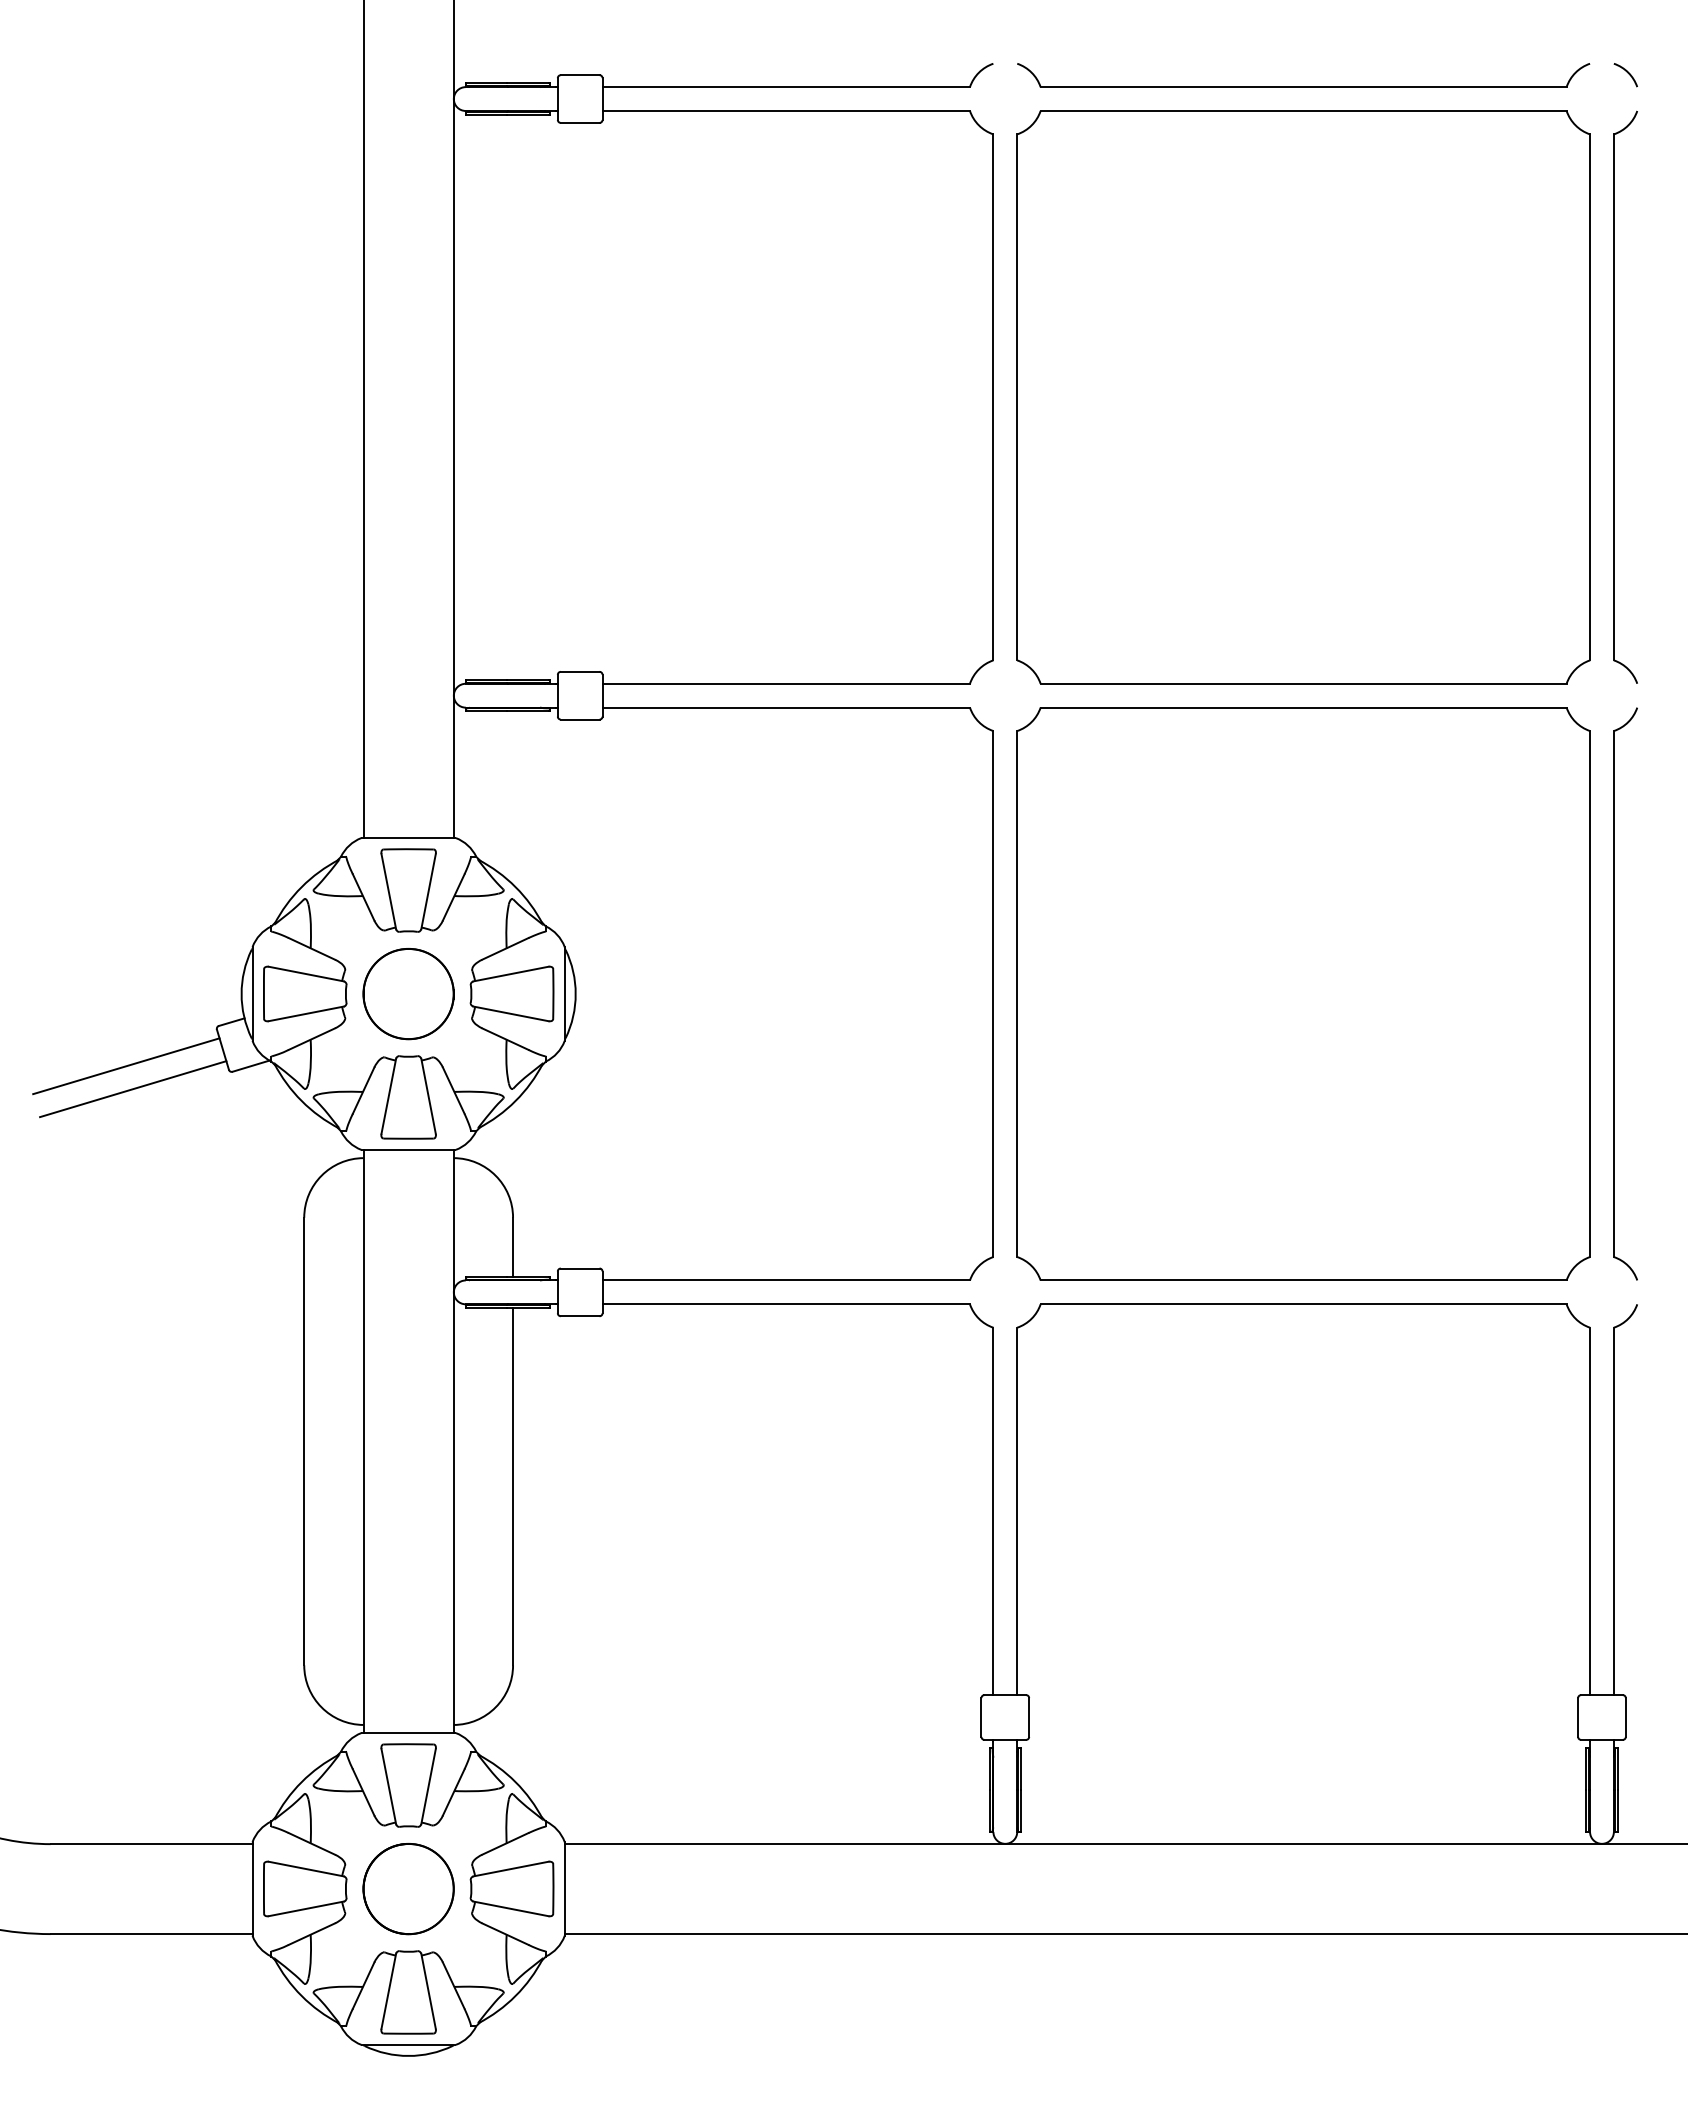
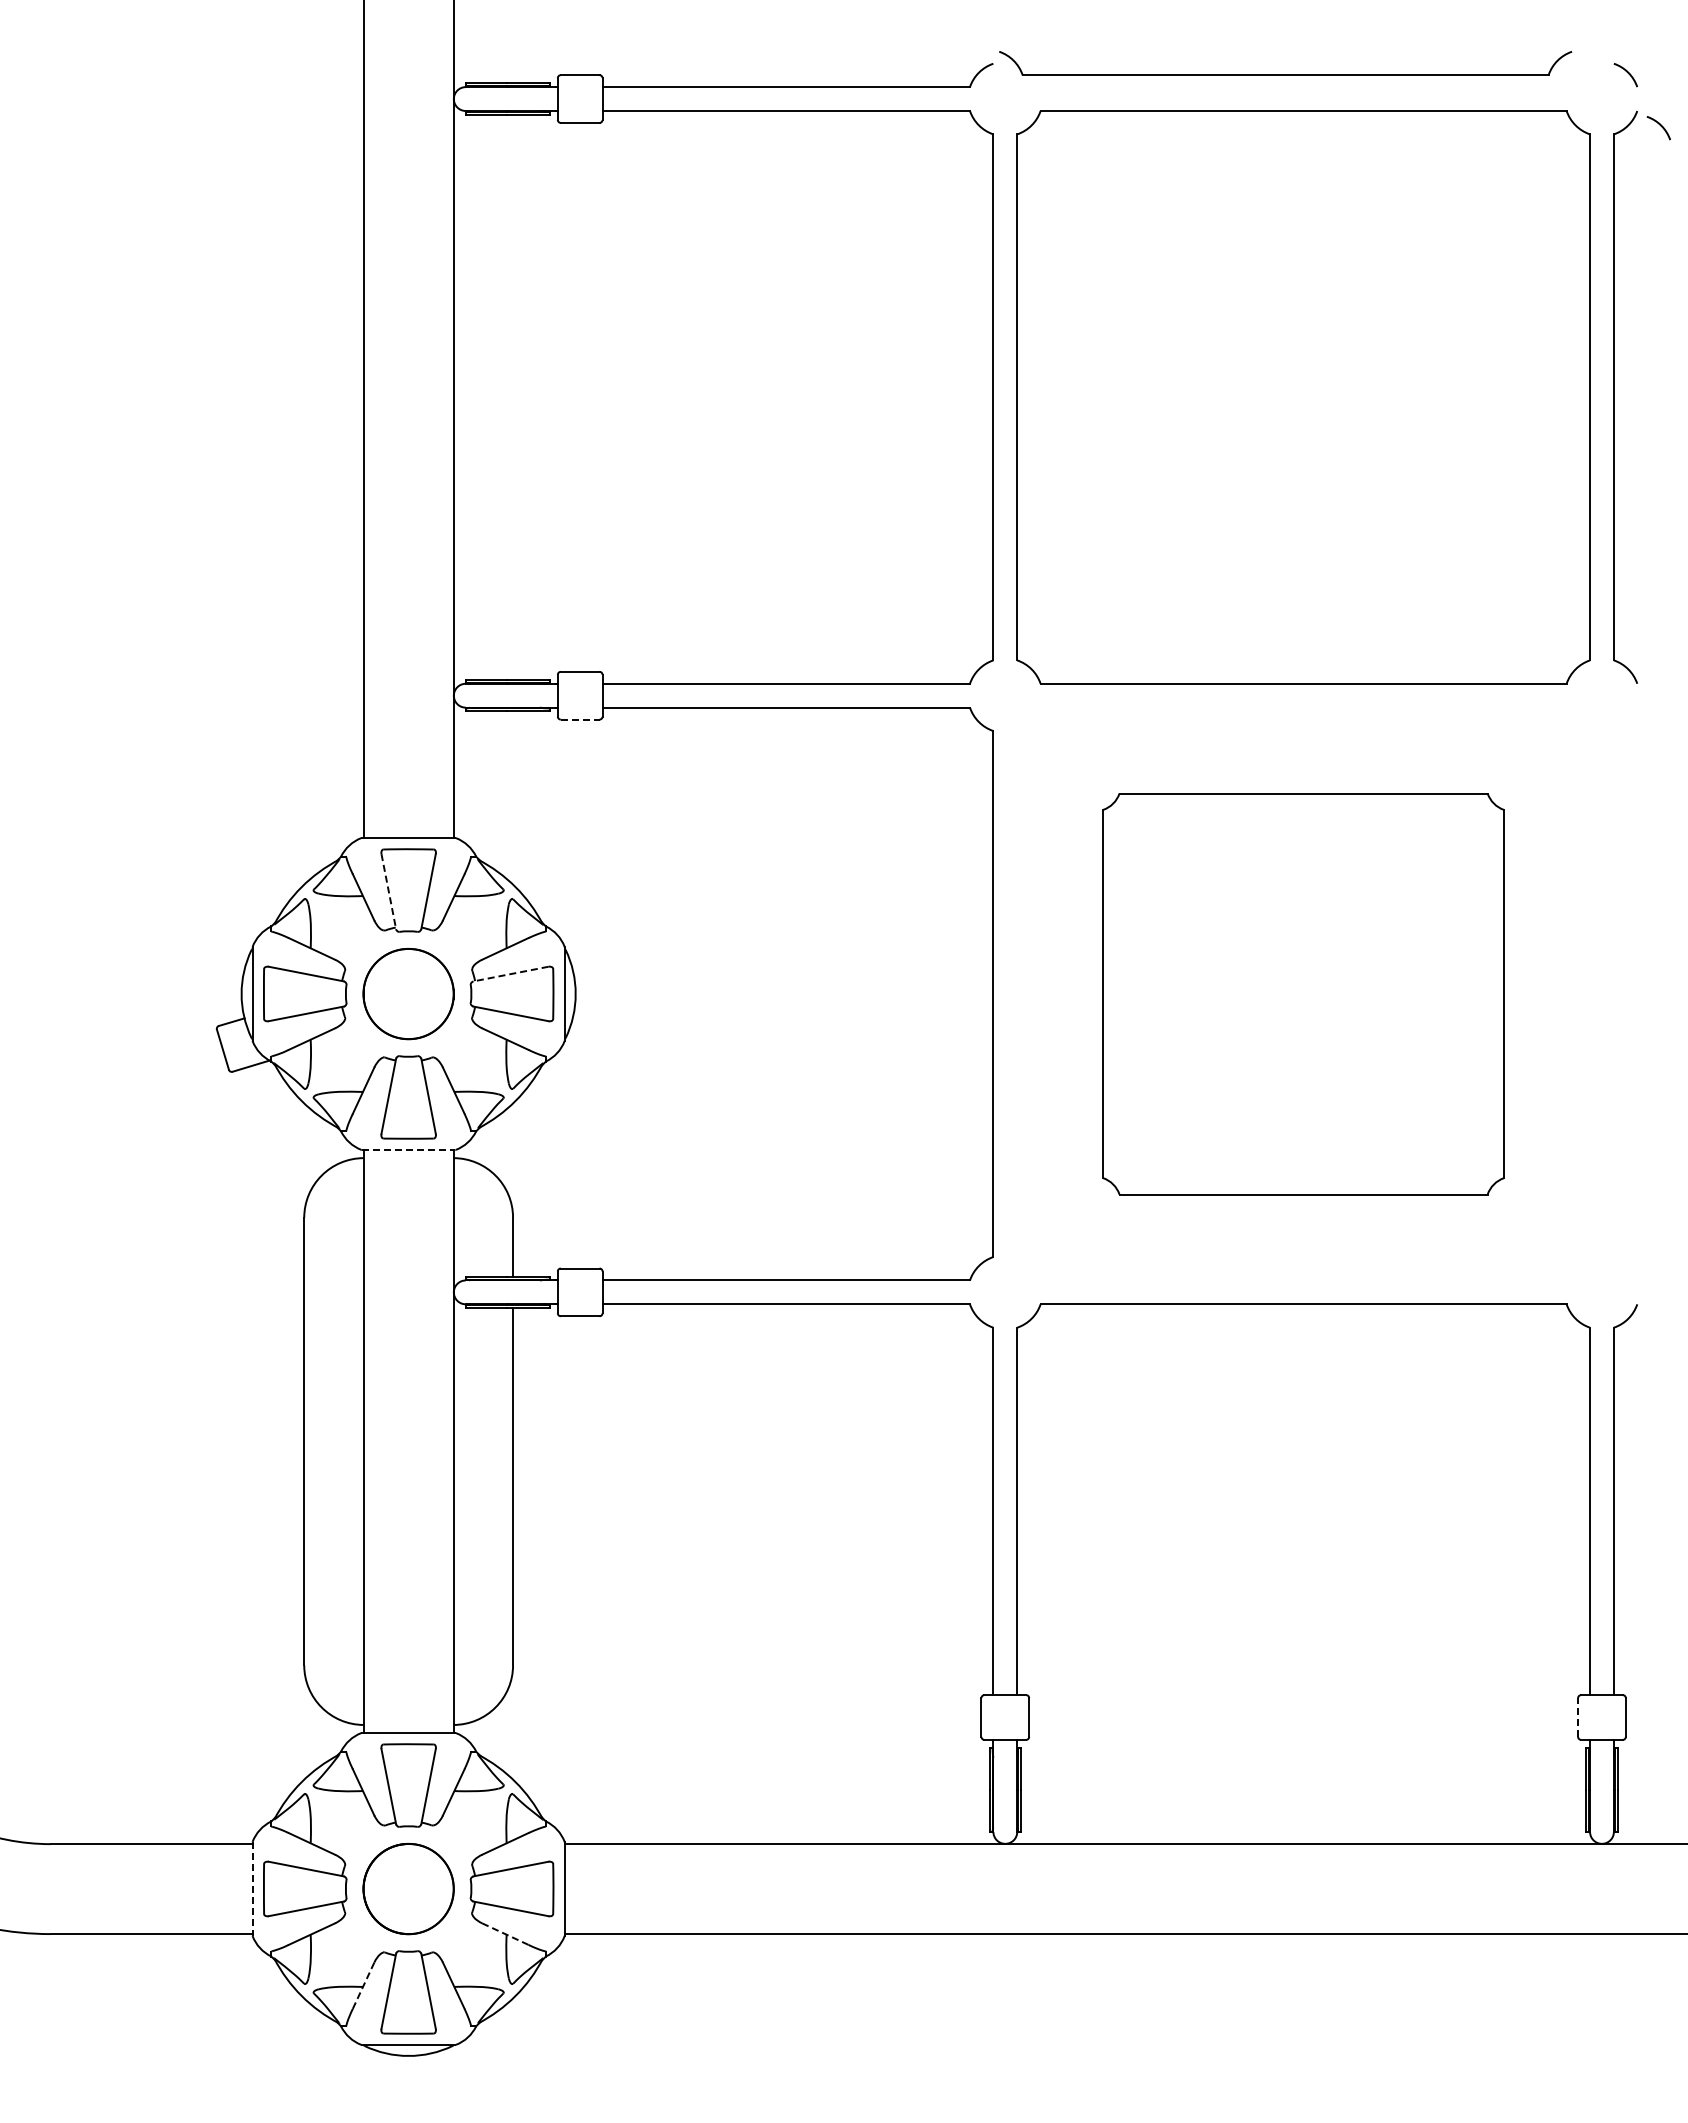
part at (1303, 86) position: (1303, 86) -> (1285, 74)
arc at (1660, 126): none -> present
line at (580, 719): solid -> dashed
line at (388, 892): solid -> dashed
line at (510, 974): solid -> dashed
part at (1303, 993) size: 575x574 px -> 403x403 px
part at (1614, 993): present -> none
line at (126, 1066): present -> none
line at (133, 1089): present -> none
line at (408, 1150): solid -> dashed
line at (1578, 1717): solid -> dashed
line at (252, 1889): solid -> dashed
line at (505, 1934): solid -> dashed
line at (363, 1986): solid -> dashed
